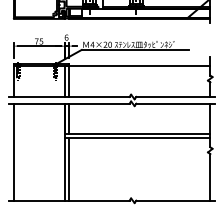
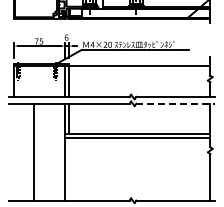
line at (175, 103): solid -> dashed
line at (13, 151) position: (13, 151) -> (33, 151)
line at (68, 168): present -> none
